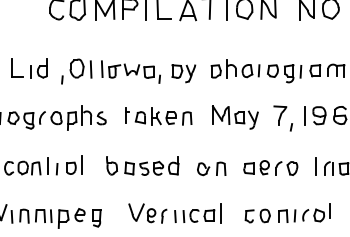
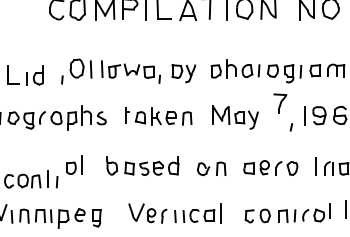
part at (29, 68) position: (29, 68) -> (25, 75)
part at (280, 115) position: (280, 115) -> (280, 103)
part at (31, 166) position: (31, 166) -> (31, 179)
line at (345, 209): none -> present
